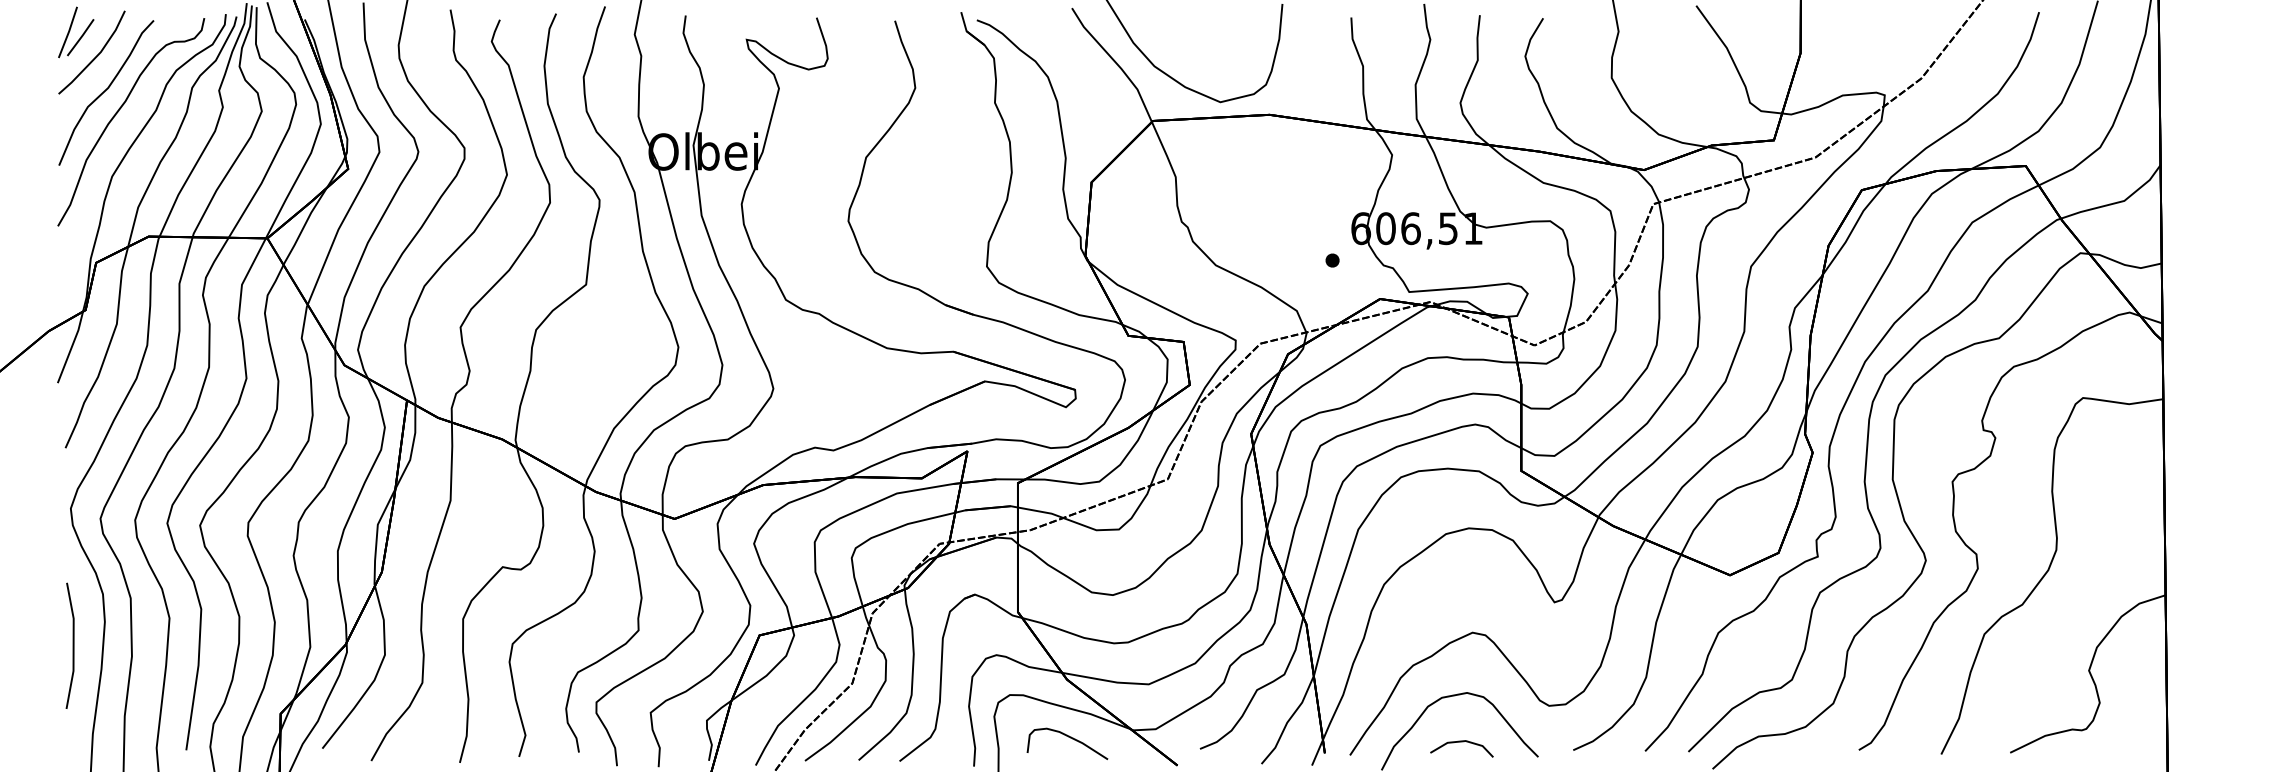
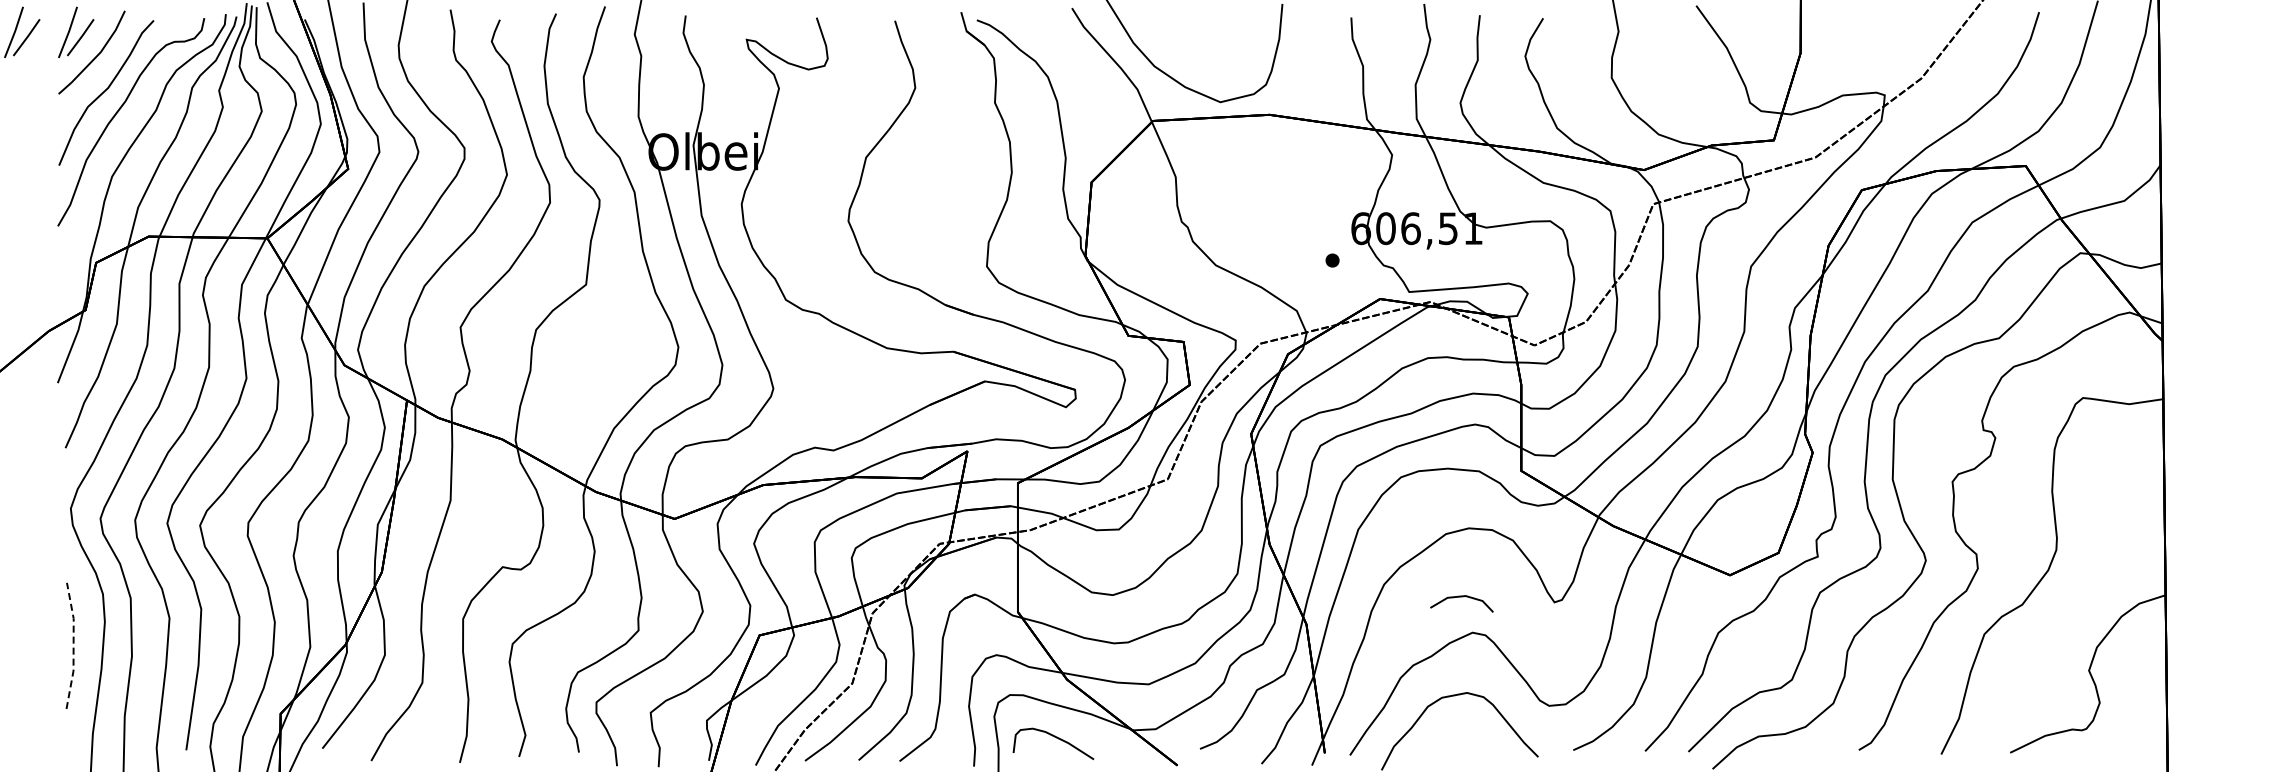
part at (22, 32): none -> present
line at (73, 645): solid -> dashed
curve at (1070, 738) position: (1070, 738) -> (1056, 738)
line at (1461, 742) position: (1461, 742) -> (1461, 597)
